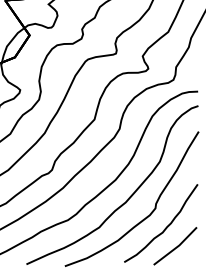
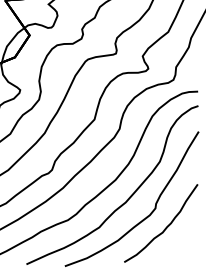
line at (176, 246): present -> none
